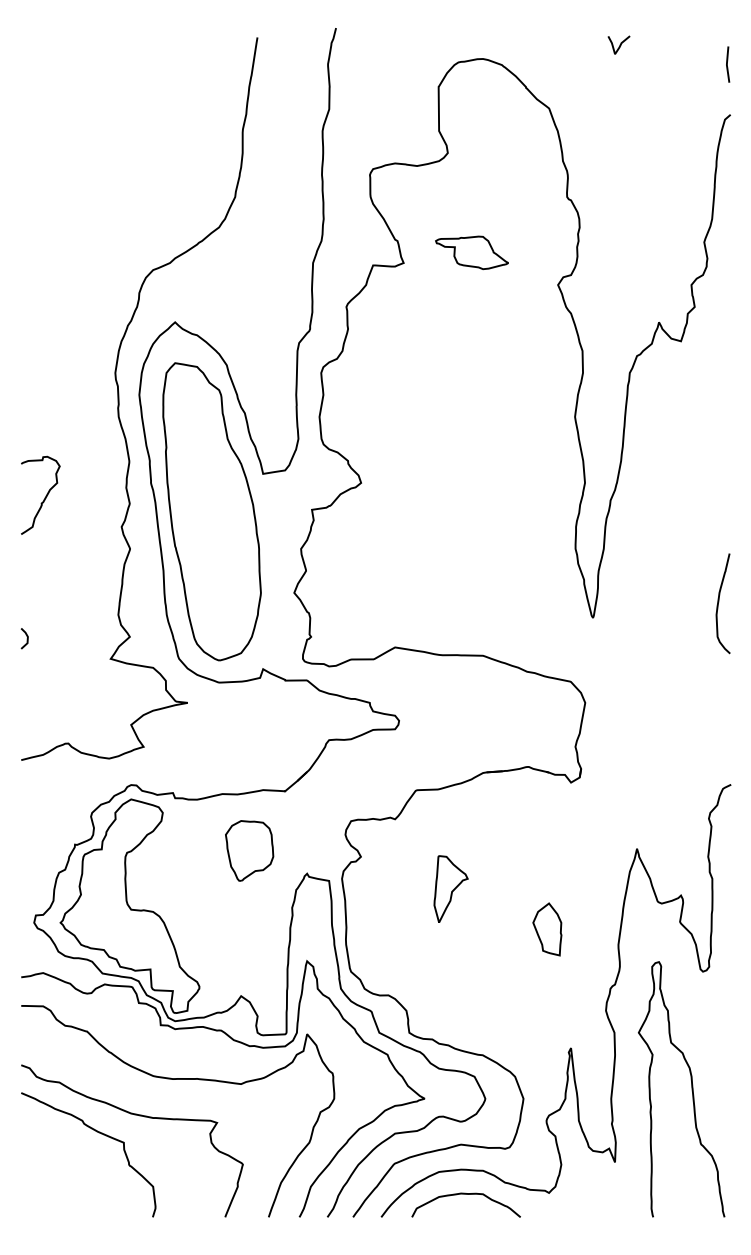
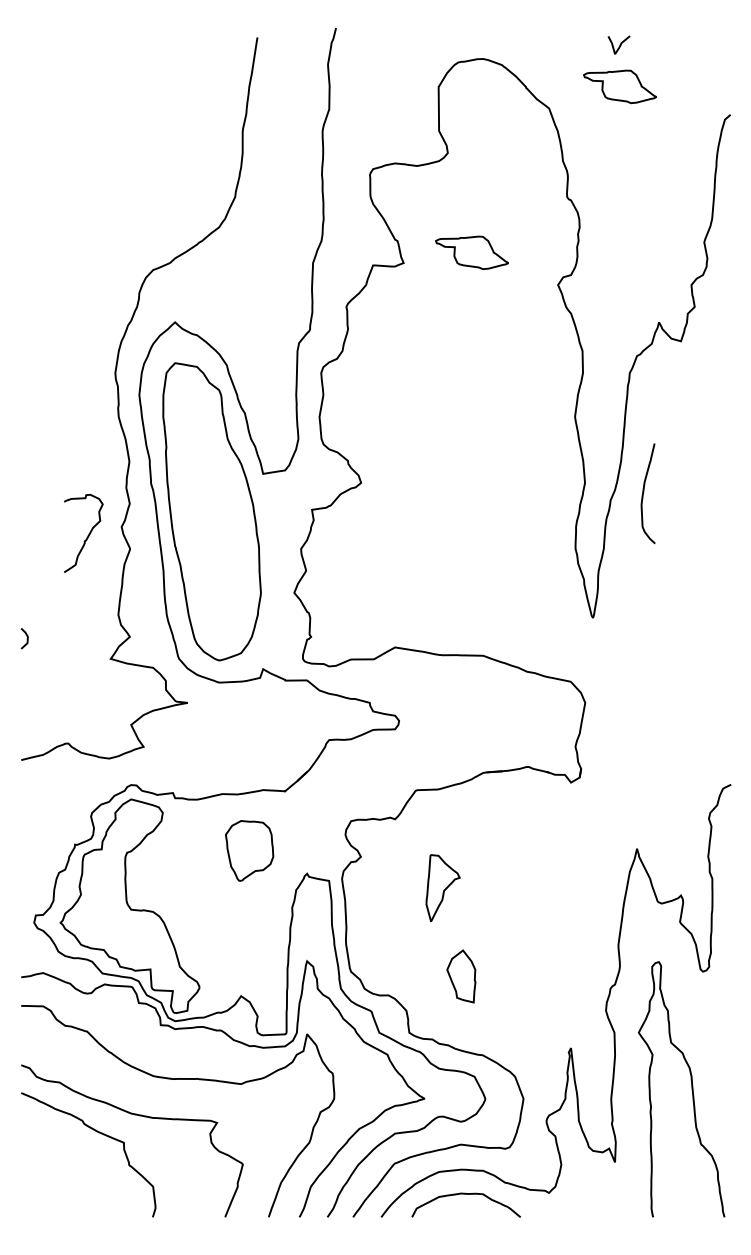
line at (727, 64): present -> none
part at (619, 86): none -> present
curve at (44, 497) position: (44, 497) -> (87, 535)
curve at (719, 602) position: (719, 602) -> (644, 492)
part at (450, 888) position: (450, 888) -> (442, 887)
part at (547, 929) position: (547, 929) -> (461, 976)
